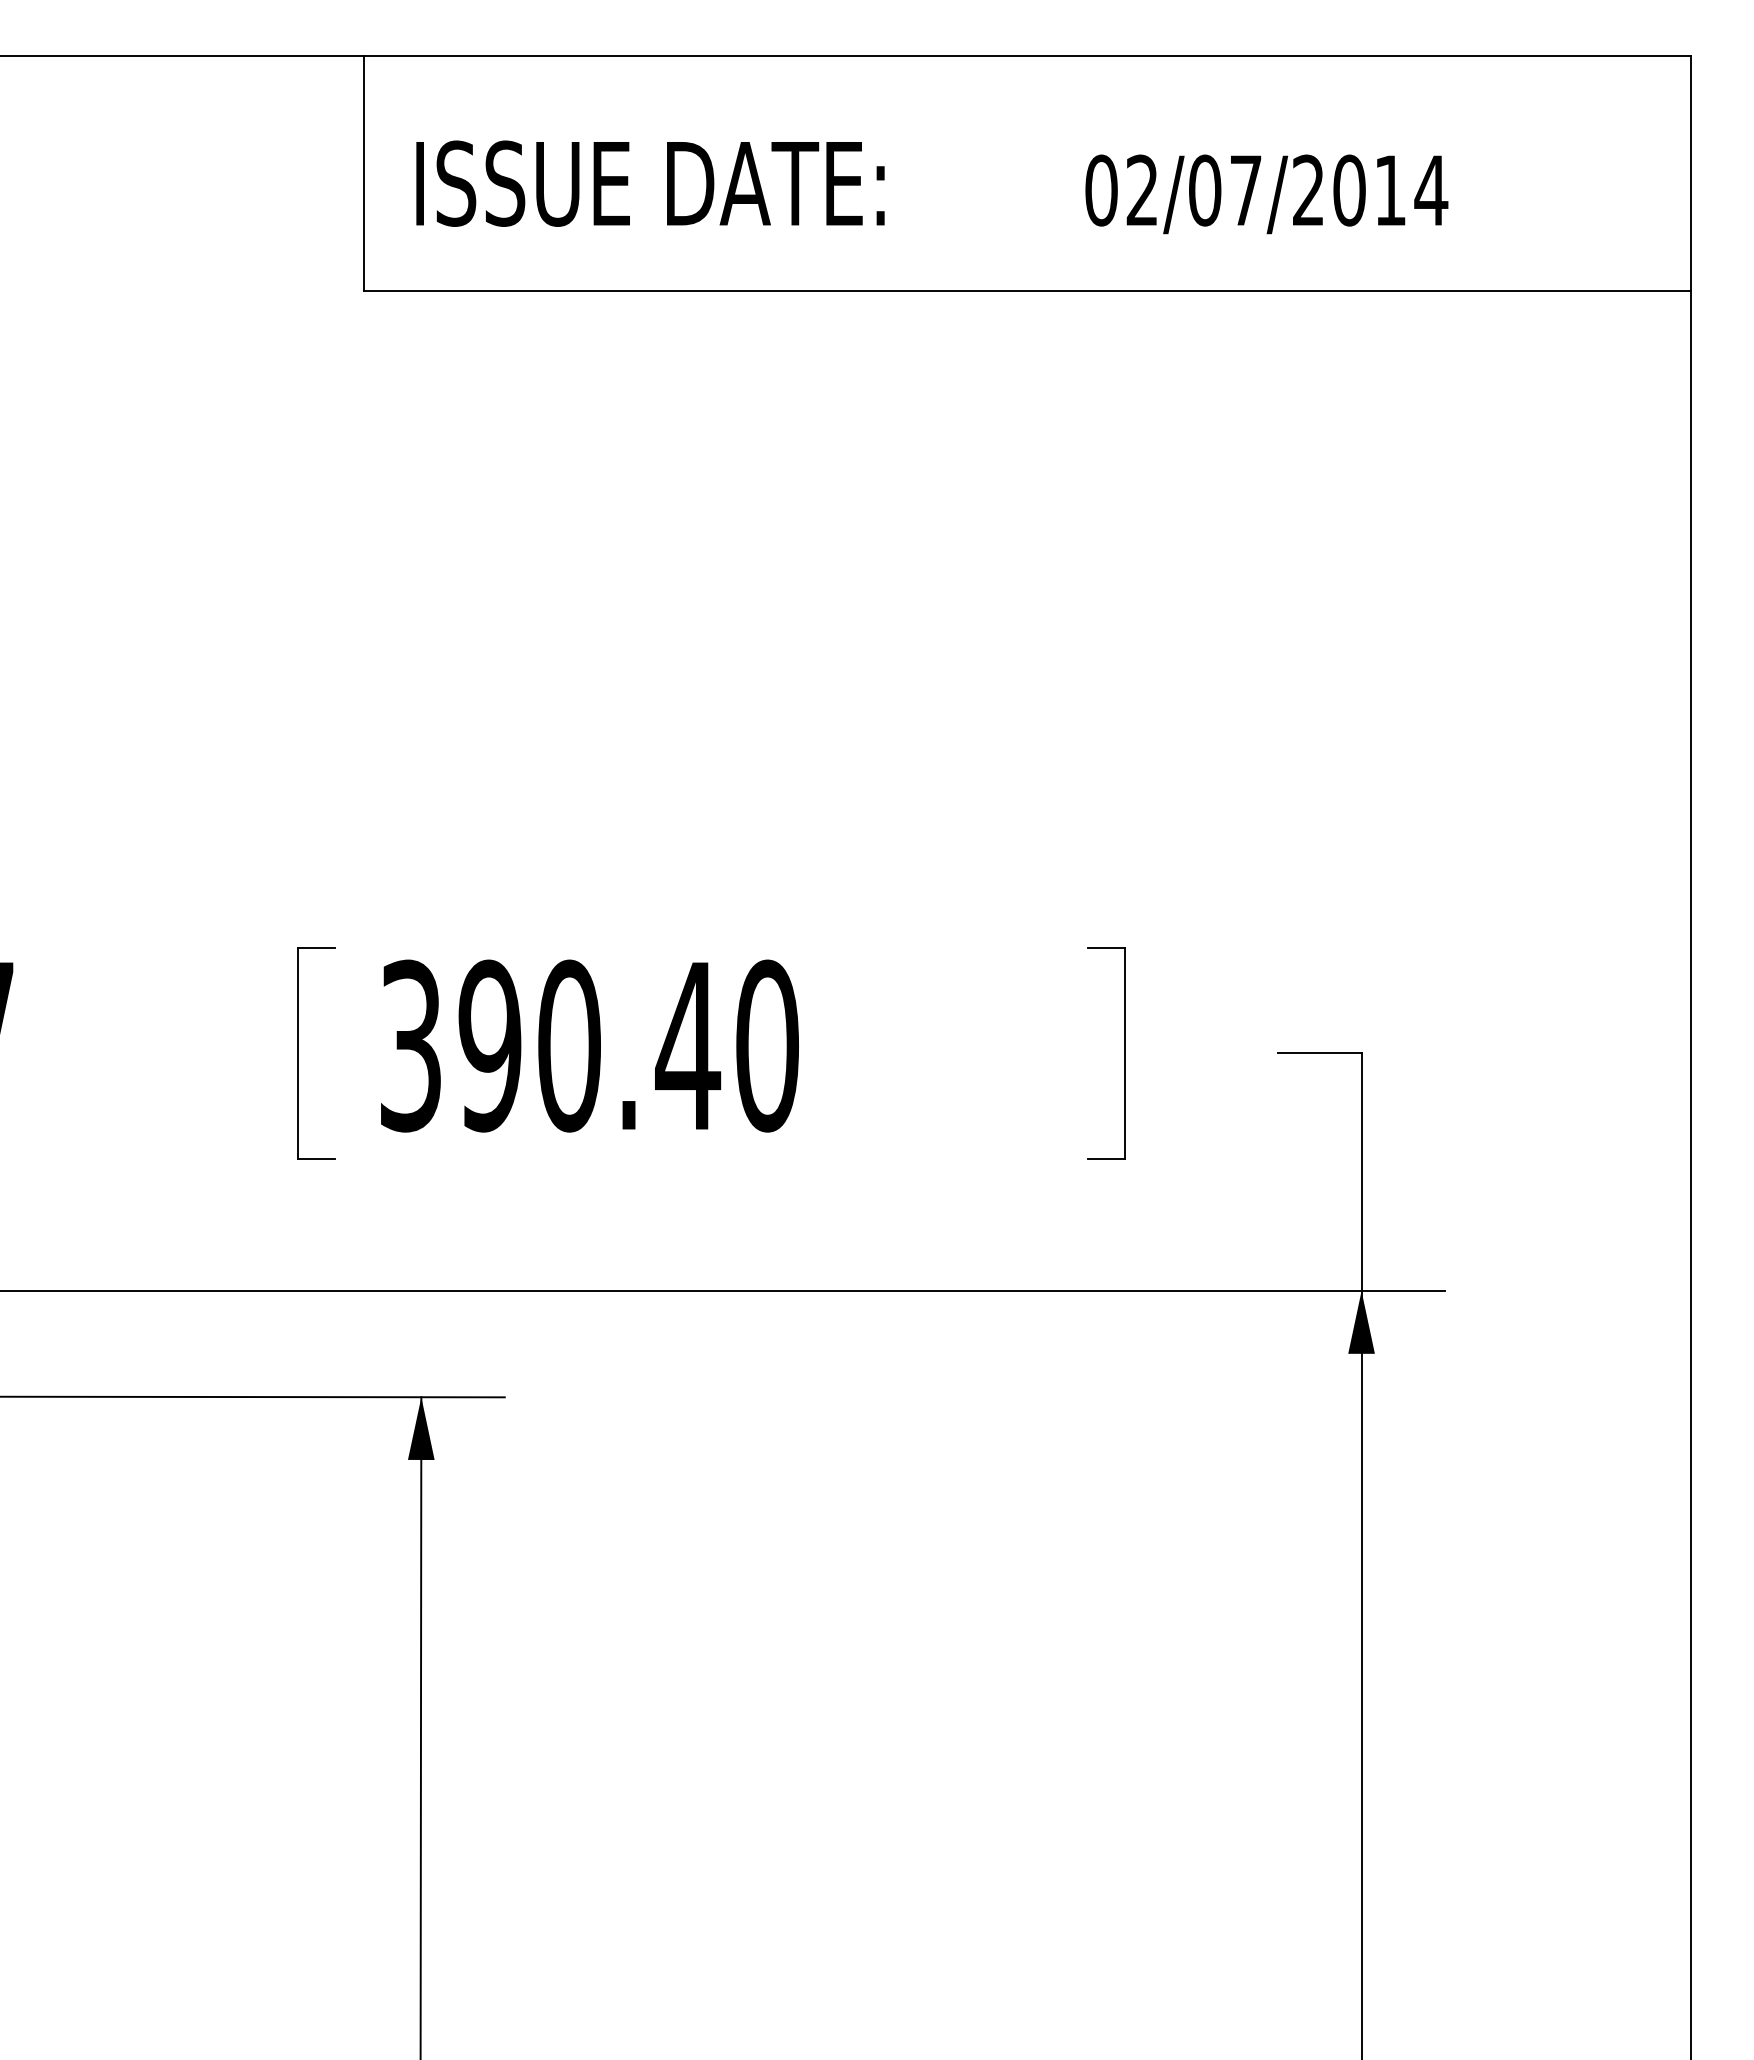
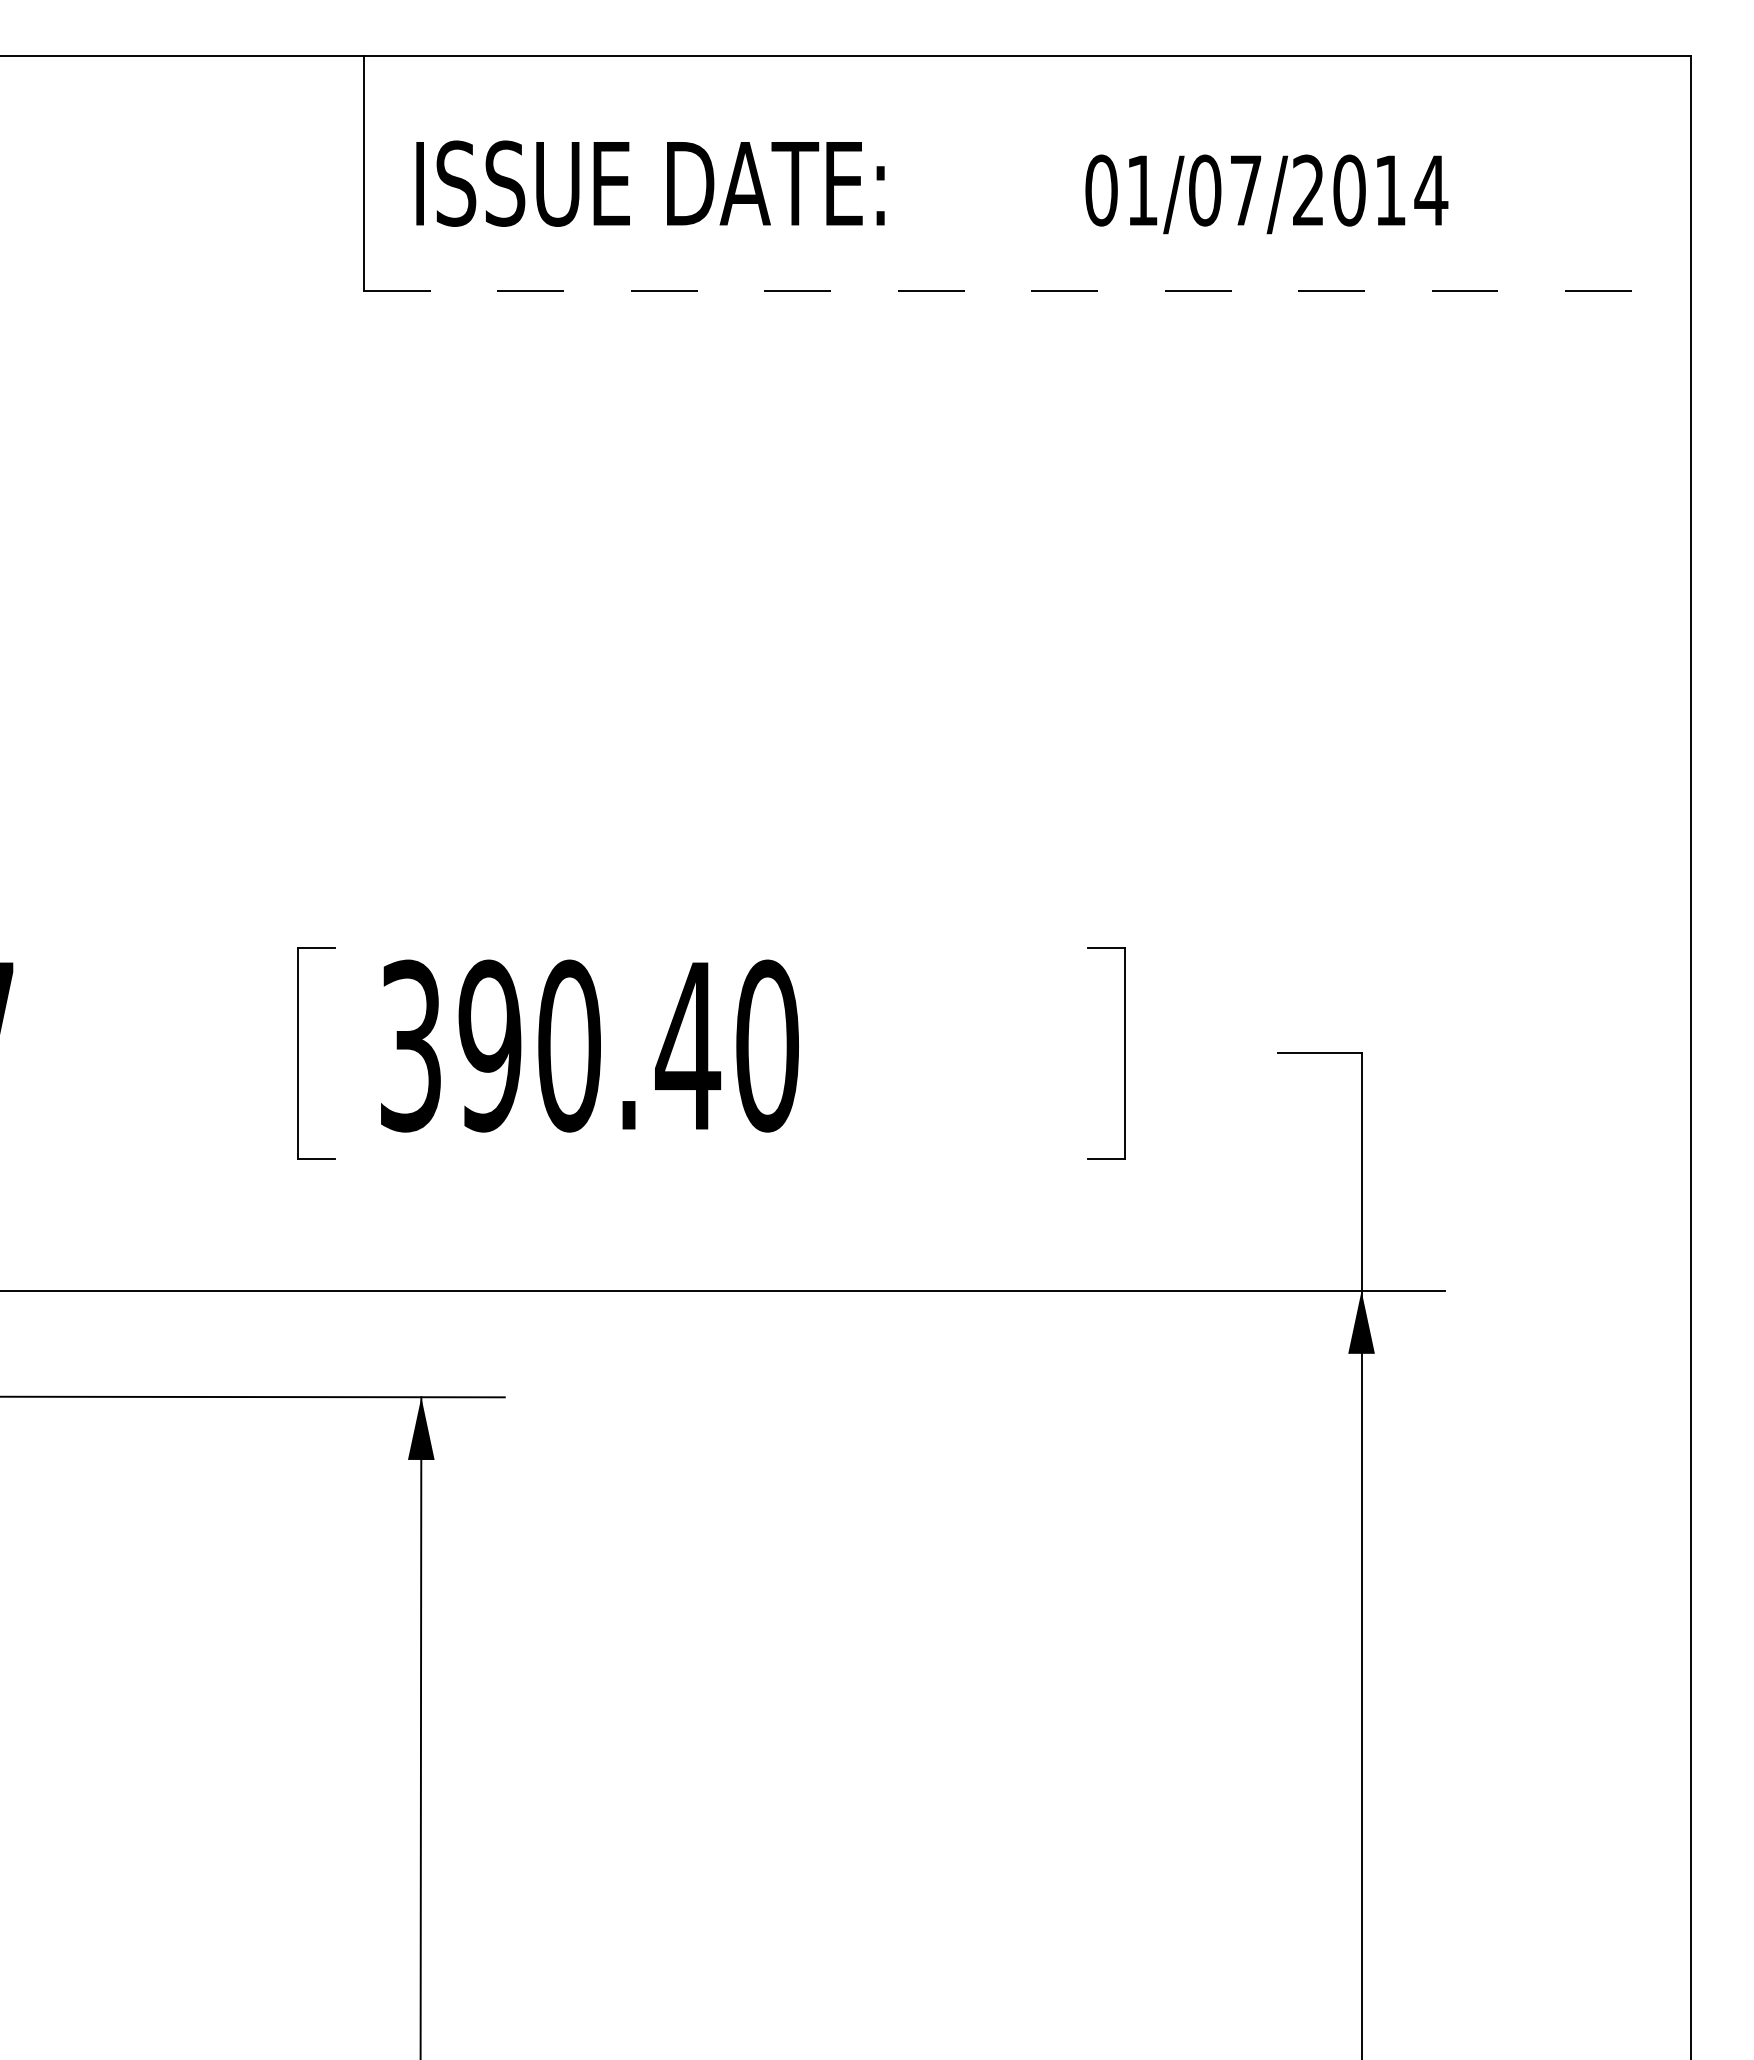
text at (1141, 189): 02/07/2014 -> 01/07/2014
line at (1027, 291): solid -> dashed
